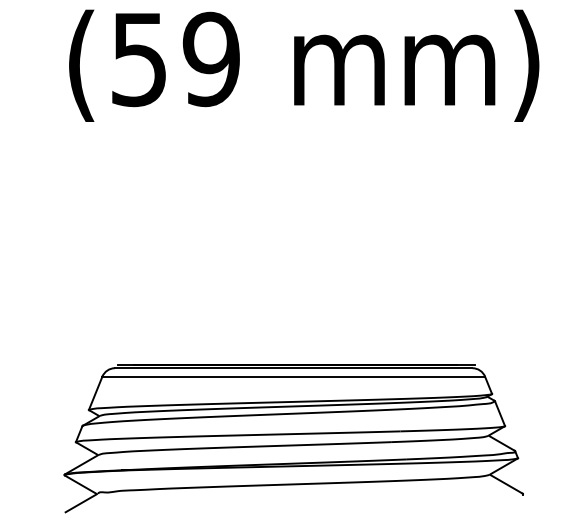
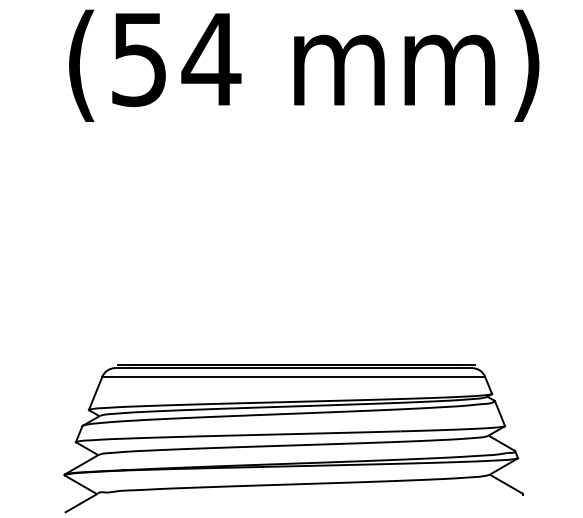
text at (211, 59): (59 -> (54
